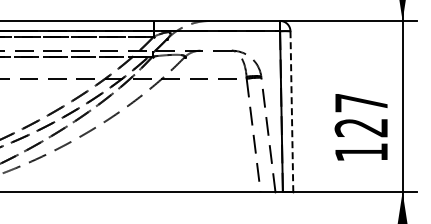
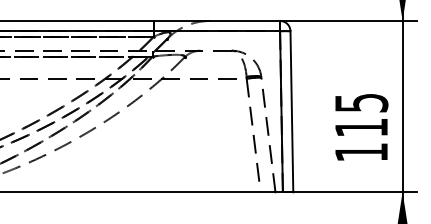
line at (291, 112): dashed -> solid
text at (361, 115): 127 -> 115
